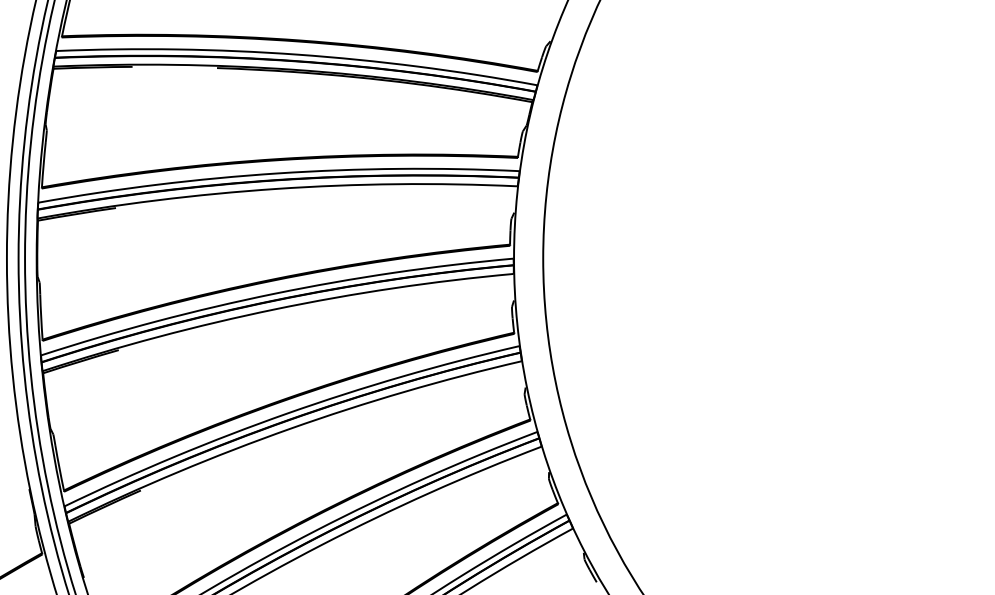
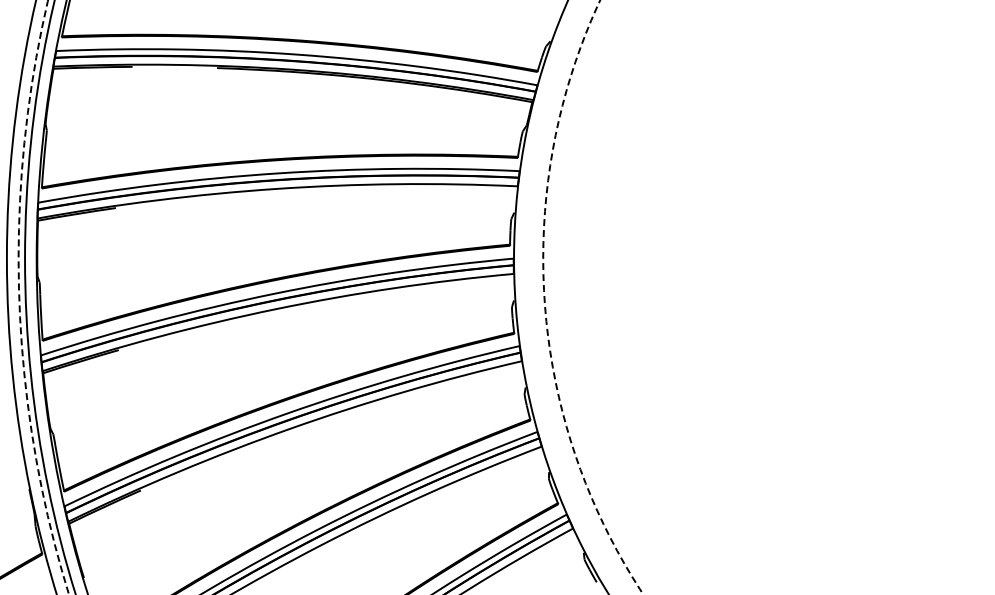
circle at (43, 297): solid -> dashed
circle at (593, 297): solid -> dashed
